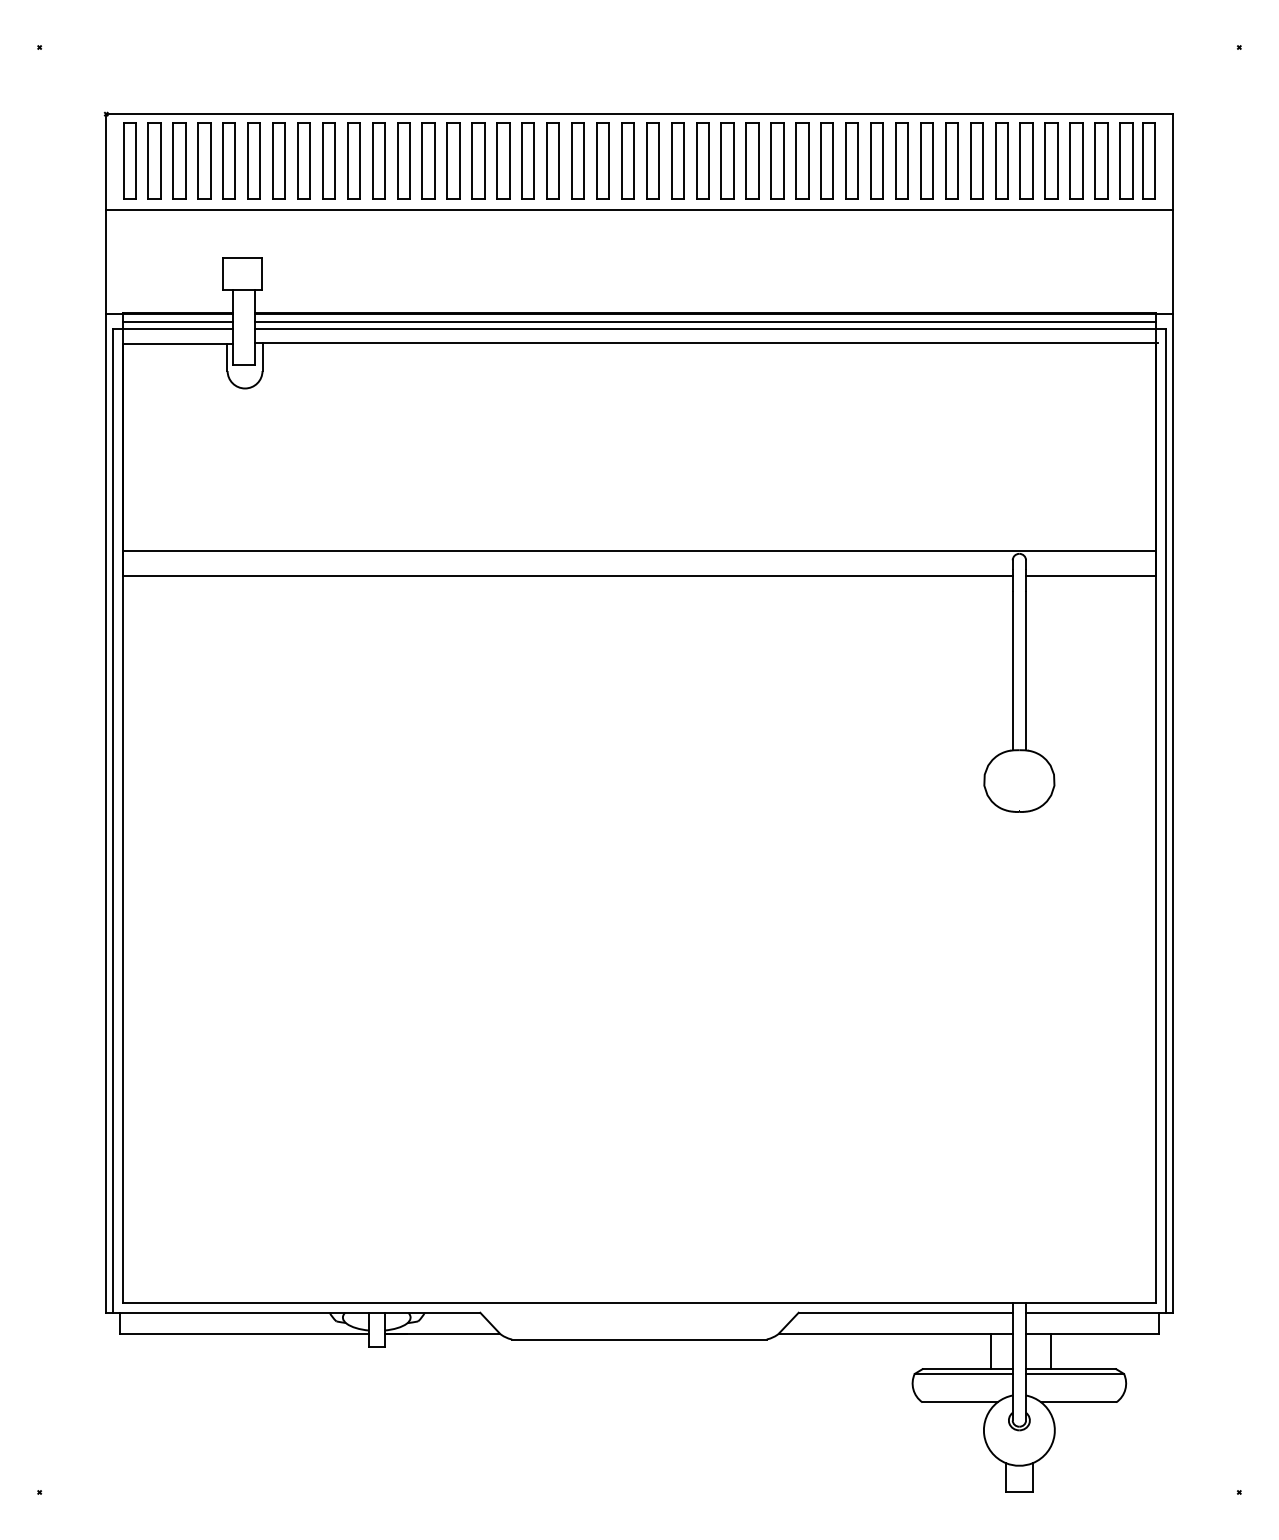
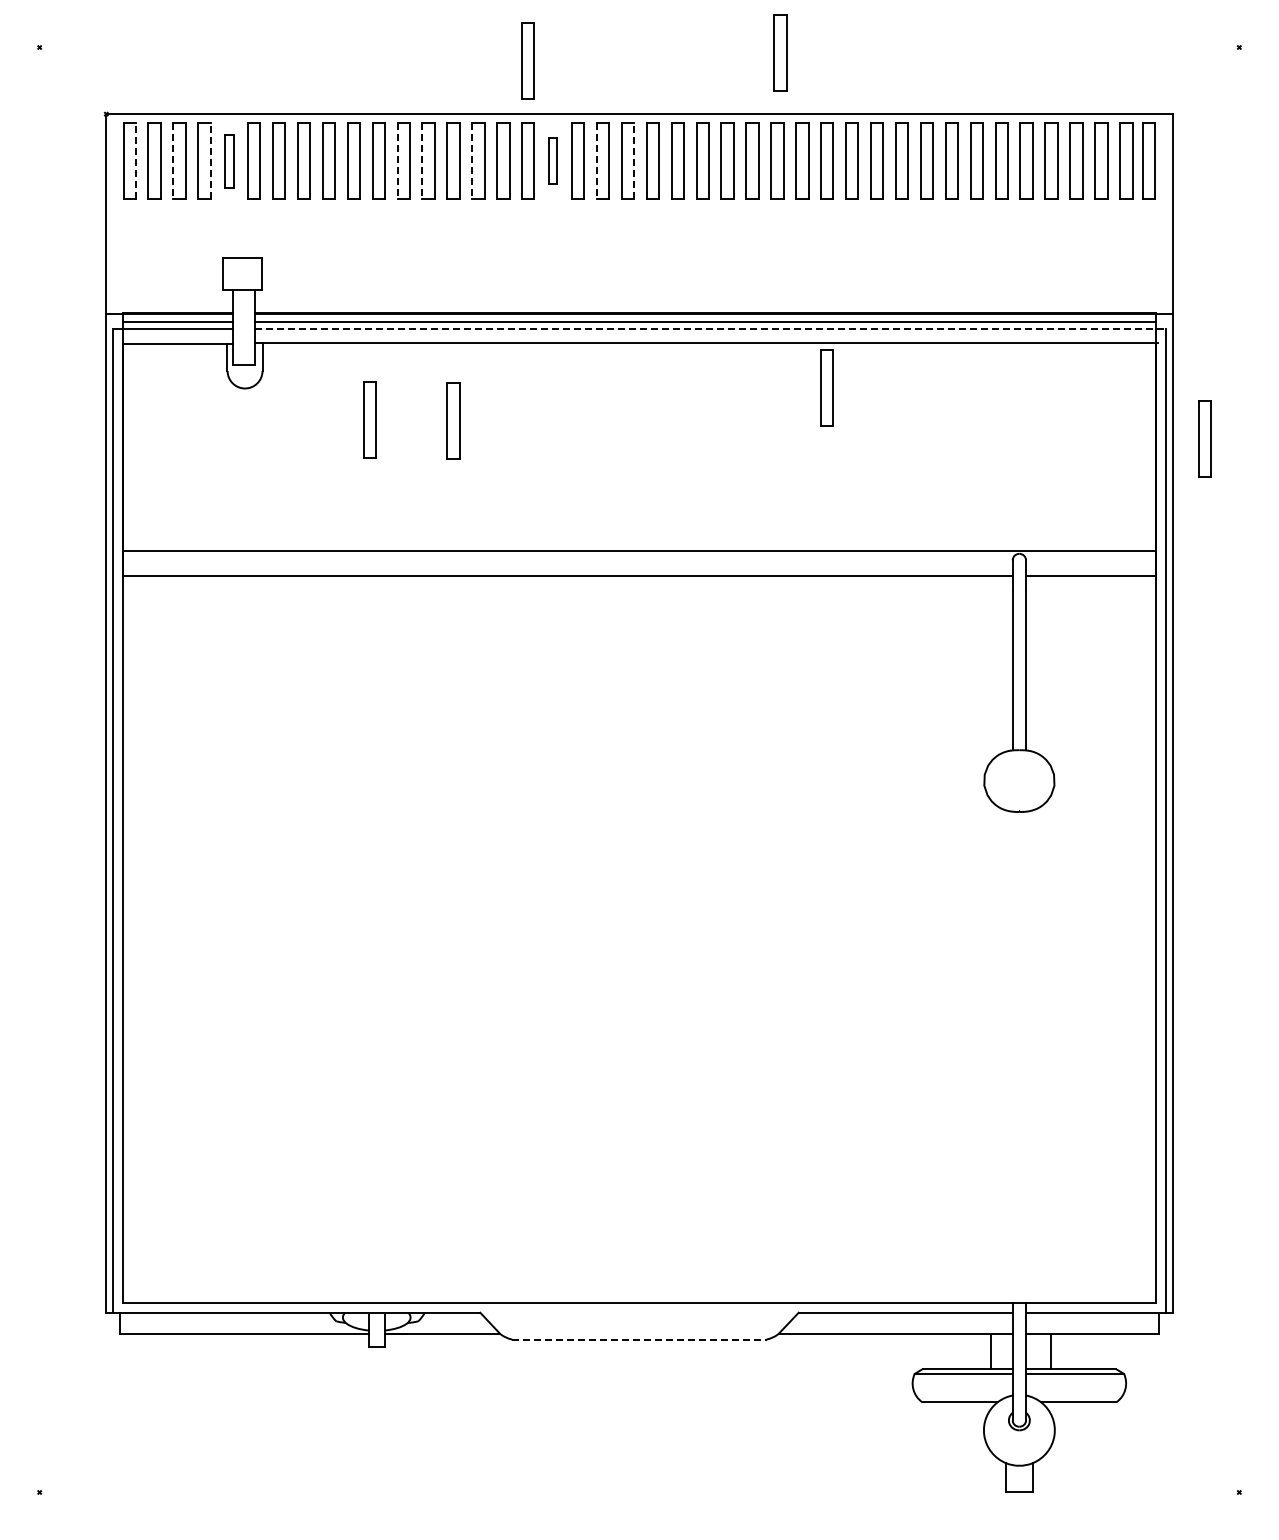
part at (780, 52): none -> present
part at (527, 60): none -> present
line at (135, 160): solid -> dashed
line at (210, 160): solid -> dashed
part at (228, 160) size: 14x78 px -> 11x55 px
part at (552, 160) size: 14x78 px -> 10x48 px
line at (634, 160): solid -> dashed
line at (173, 161): solid -> dashed
line at (397, 161): solid -> dashed
line at (422, 161): solid -> dashed
line at (472, 161): solid -> dashed
line at (596, 161): solid -> dashed
line at (639, 209): present -> none
line at (710, 328): solid -> dashed
part at (826, 387): none -> present
part at (369, 419): none -> present
part at (453, 420): none -> present
part at (1204, 438): none -> present
line at (639, 1339): solid -> dashed
